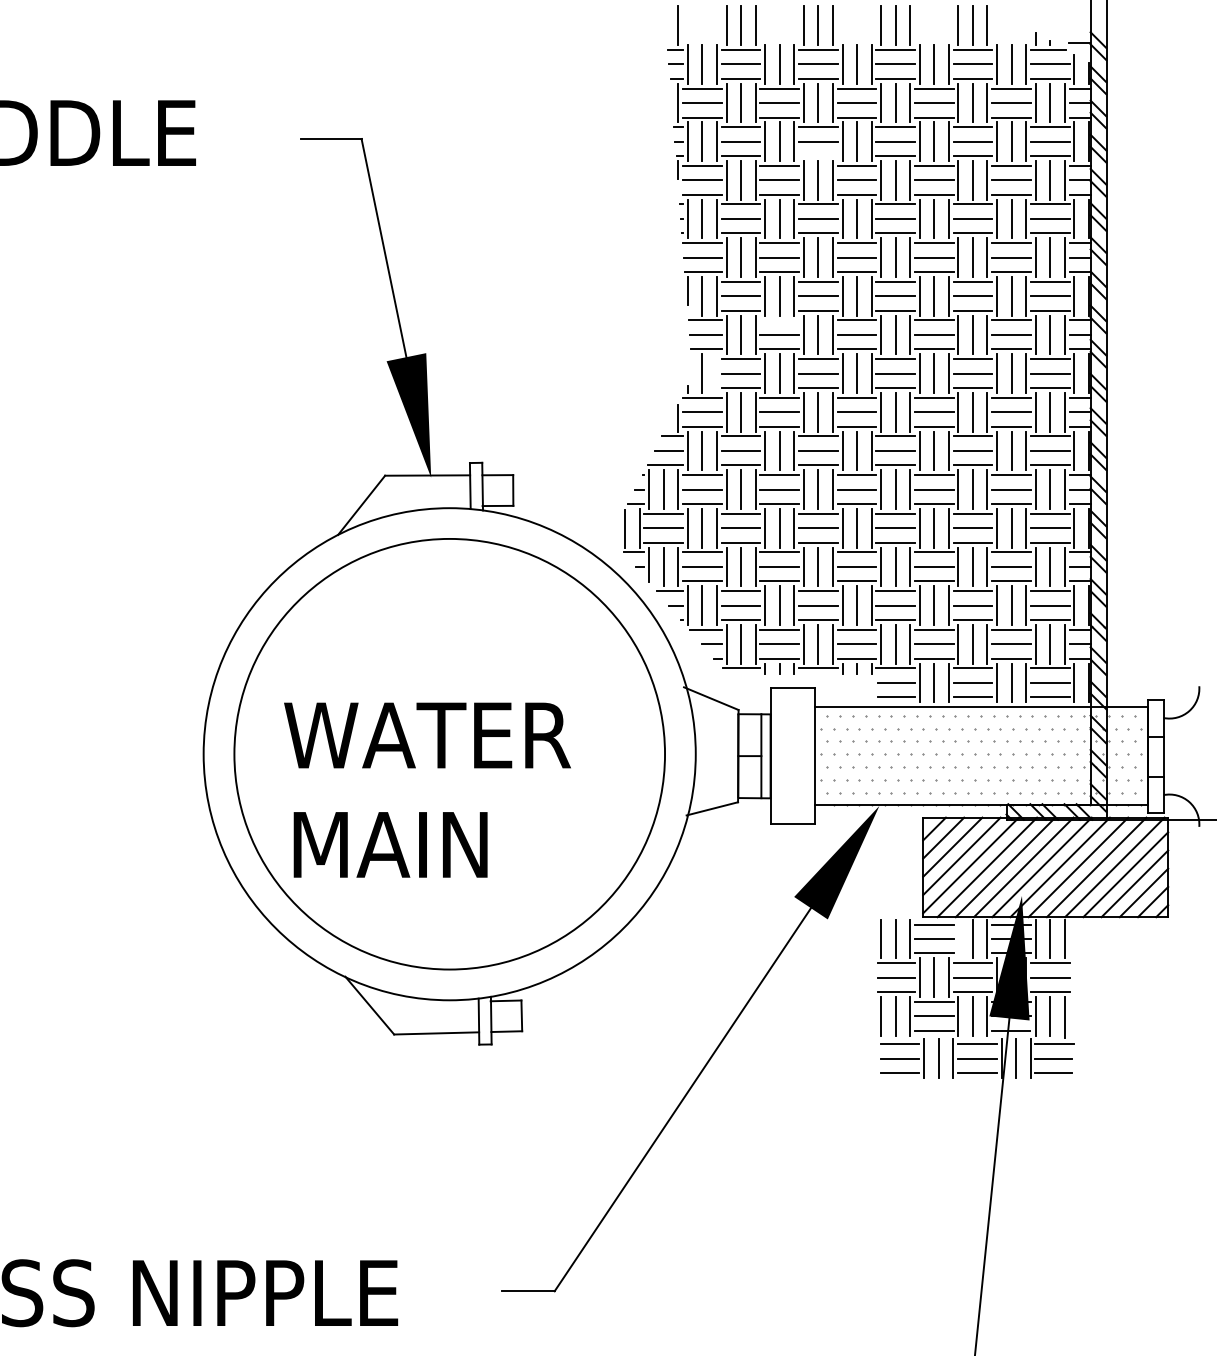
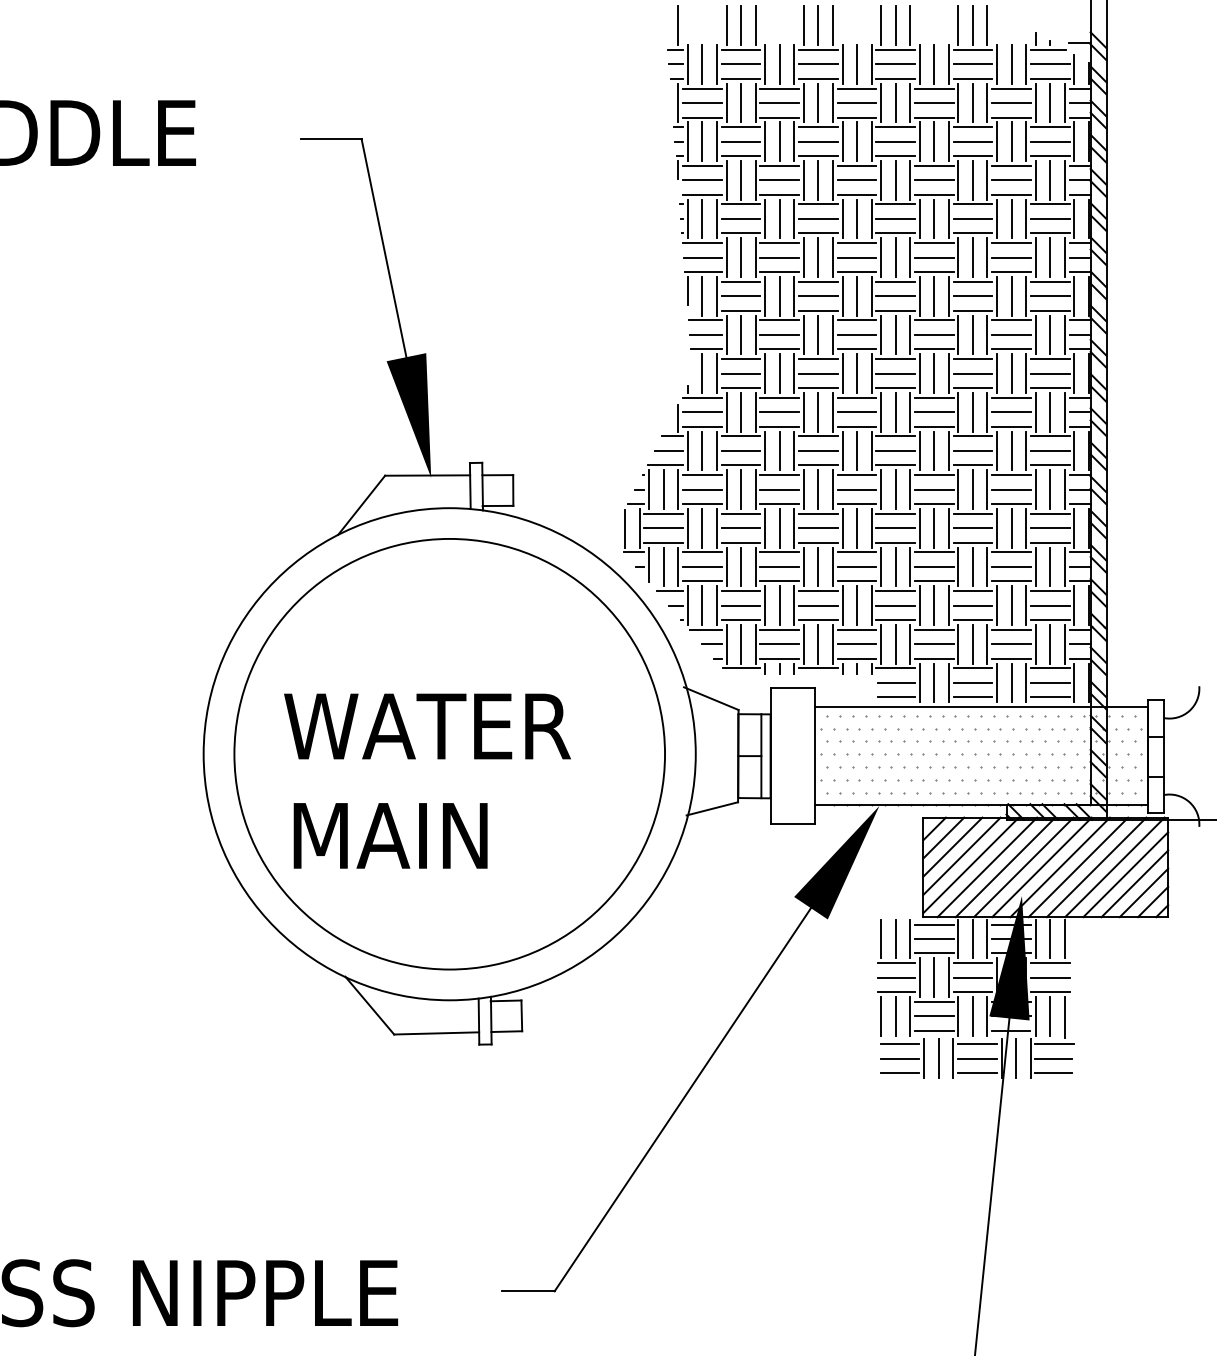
line at (818, 156): none -> present
line at (779, 320): none -> present
line at (716, 373): none -> present
text at (427, 789) position: (427, 789) -> (427, 780)
line at (958, 938): none -> present
